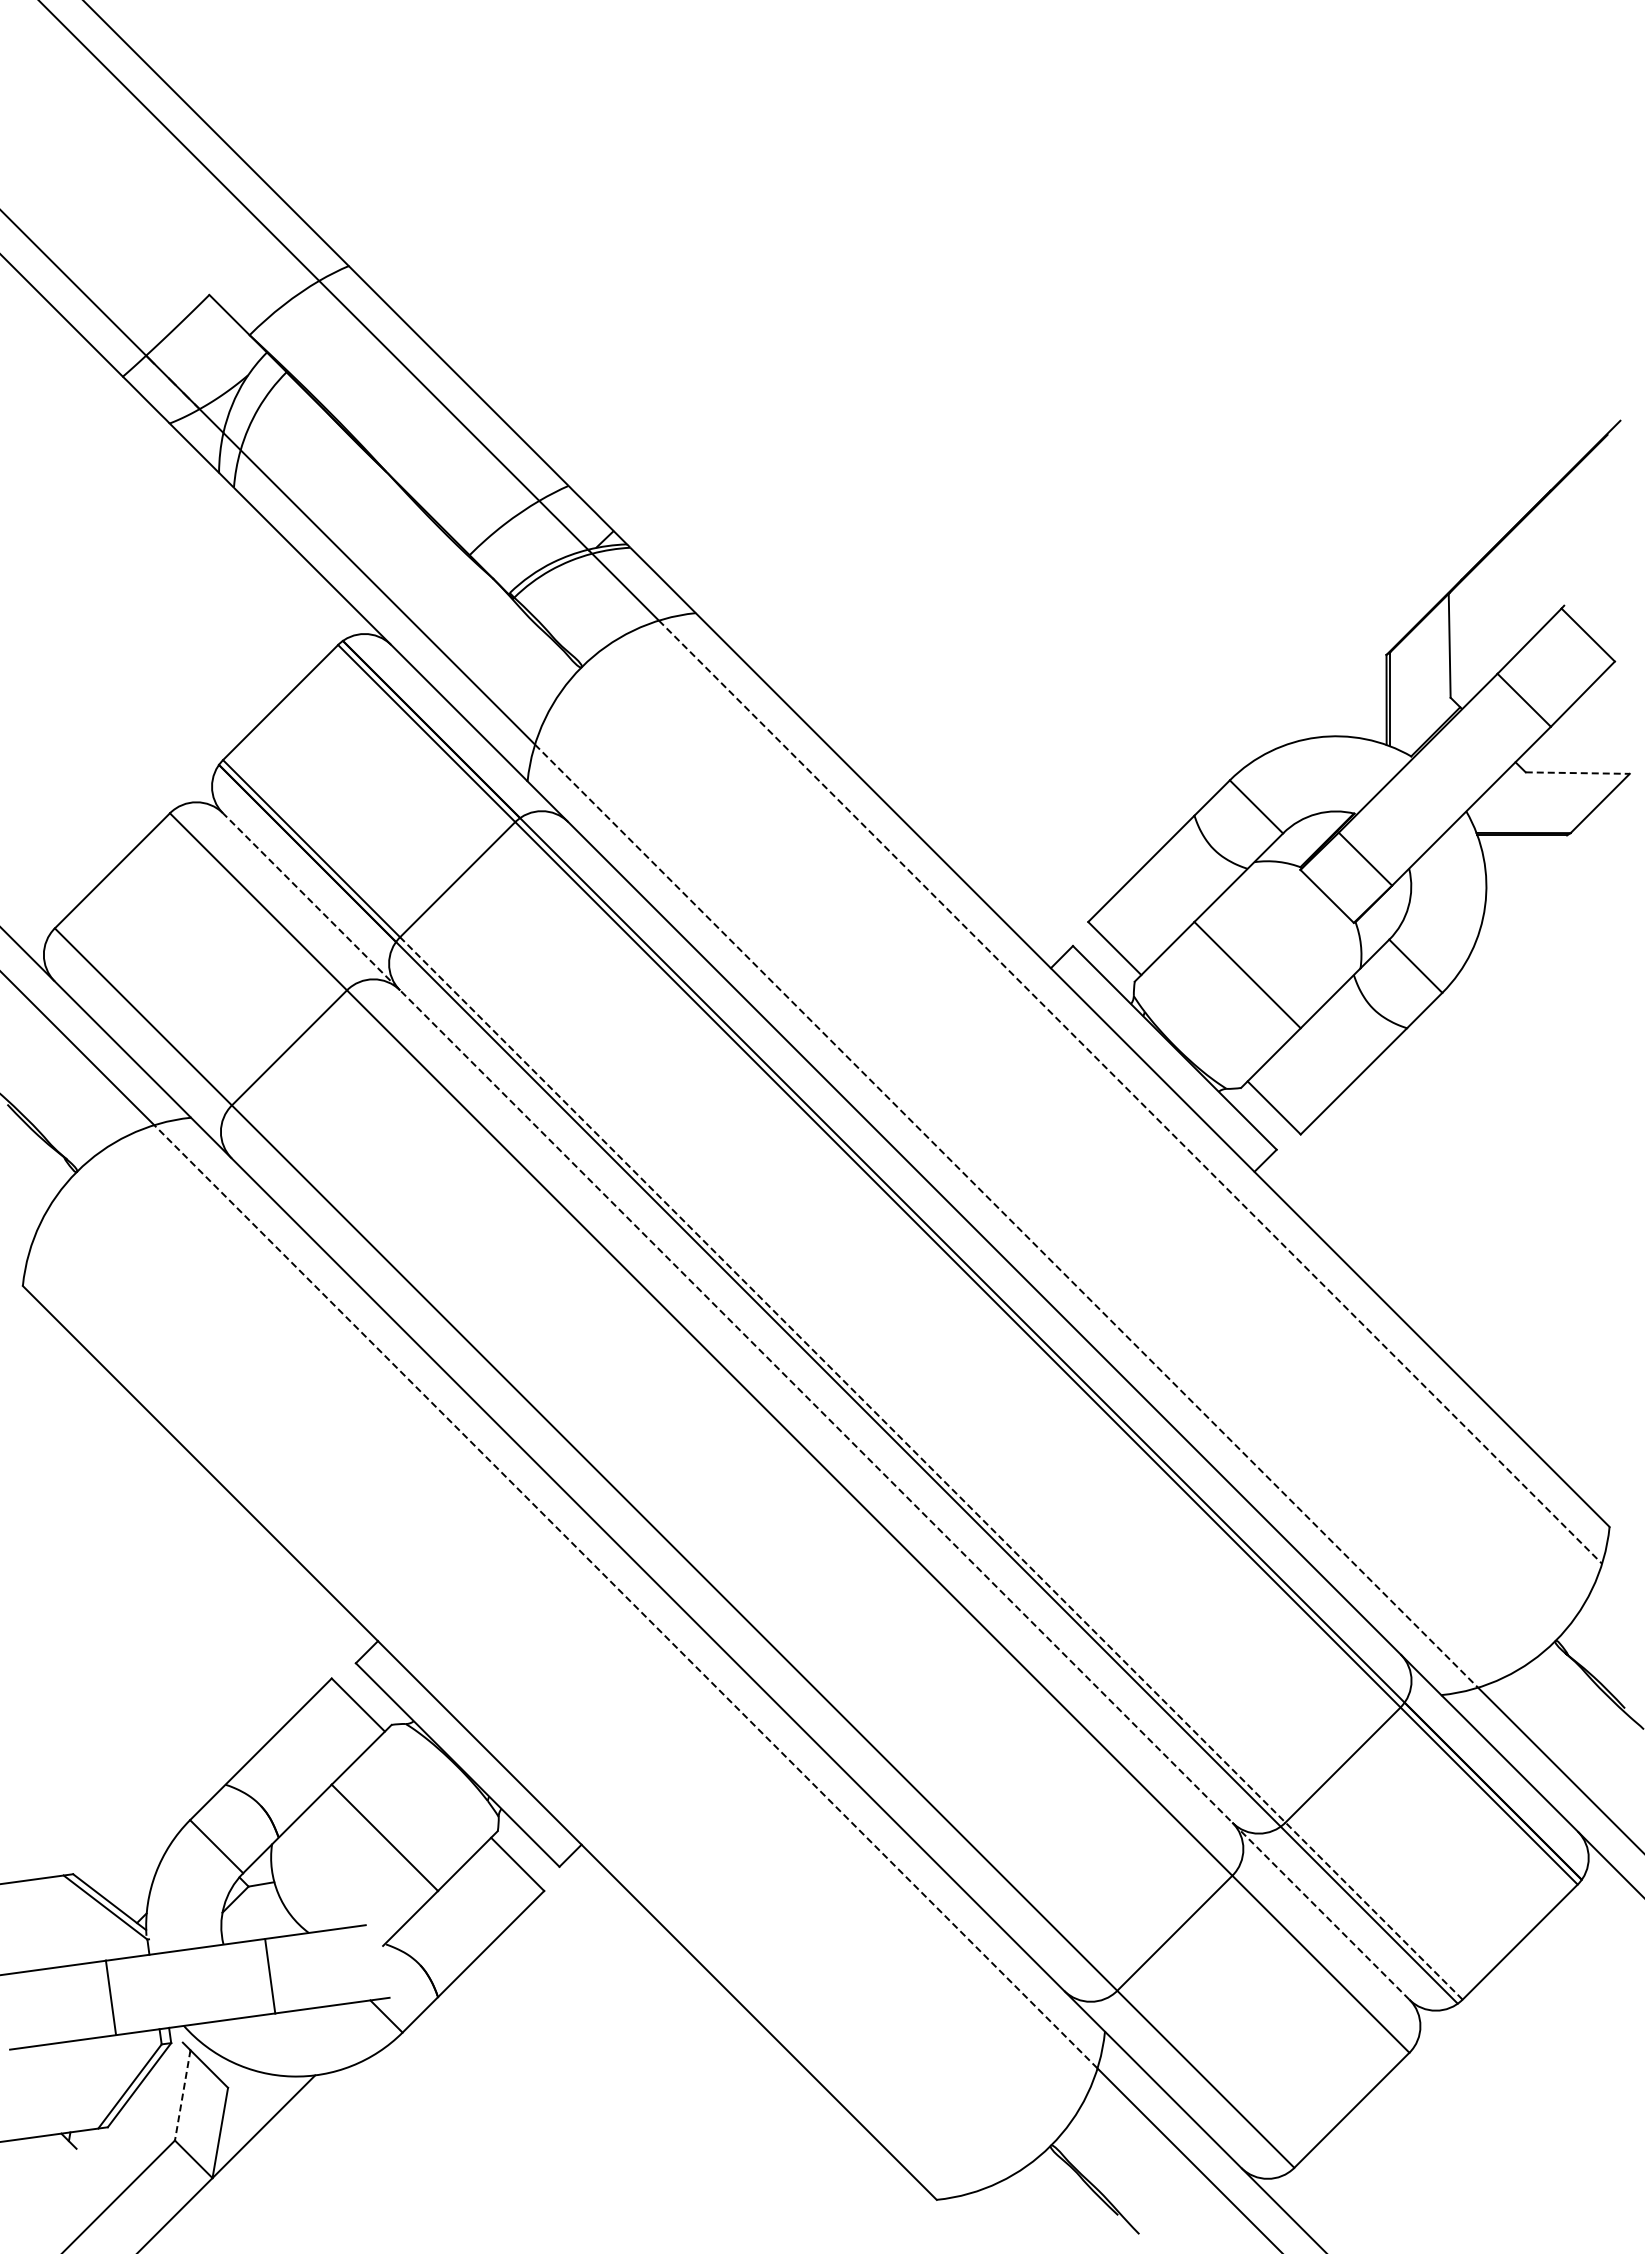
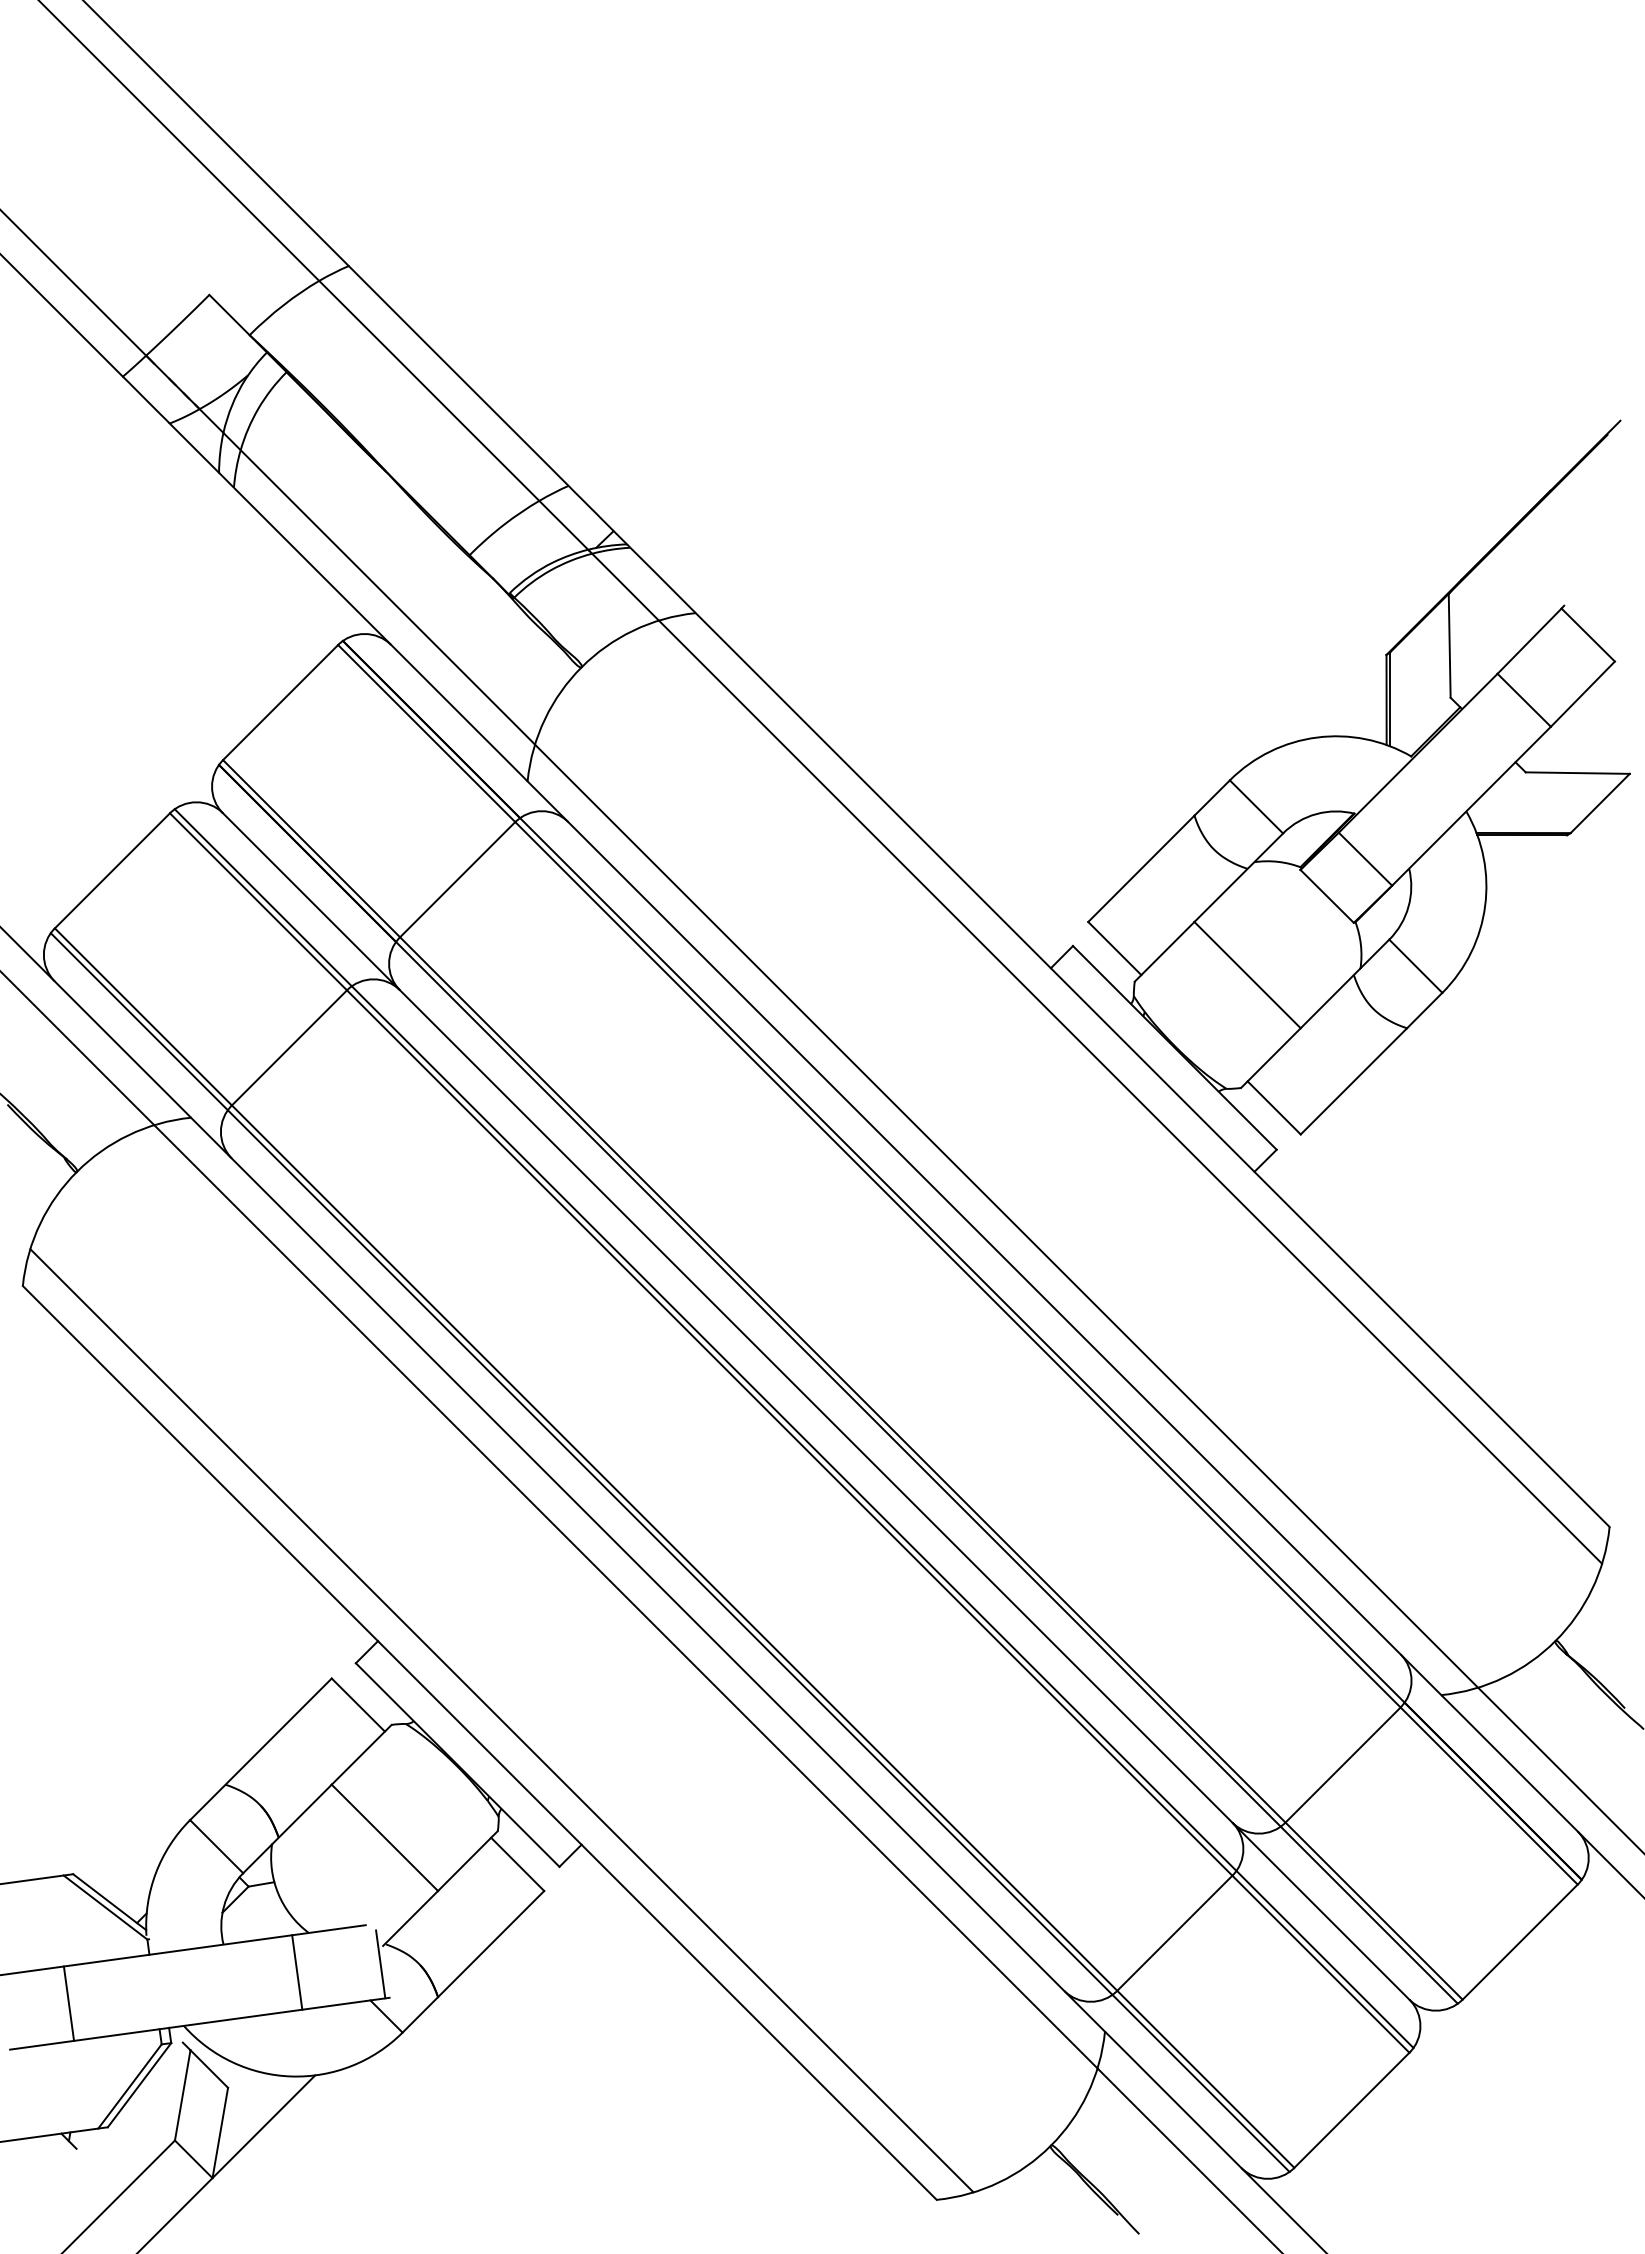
line at (1578, 773): dashed -> solid
line at (1130, 1092): dashed -> solid
line at (1006, 1216): dashed -> solid
line at (816, 1406): dashed -> solid
line at (793, 1428): none -> present
line at (931, 1468): dashed -> solid
line at (669, 1552): none -> present
line at (625, 1596): dashed -> solid
line at (501, 1720): none -> present
line at (380, 1964): none -> present
line at (270, 1976) position: (270, 1976) -> (297, 1972)
line at (110, 1997) position: (110, 1997) -> (68, 2003)
line at (182, 2095): dashed -> solid
